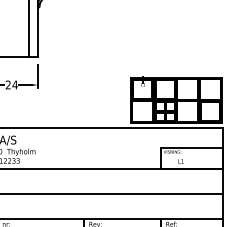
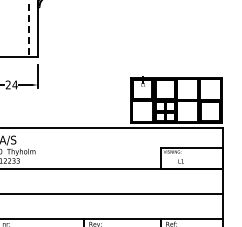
line at (29, 28): solid -> dashed
